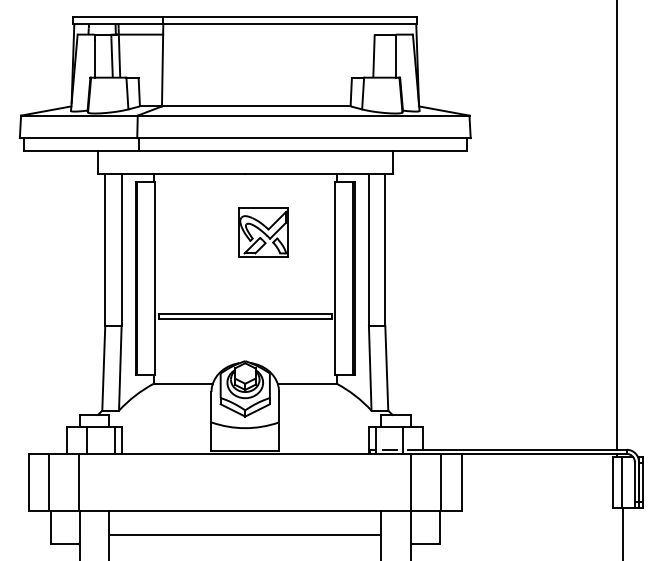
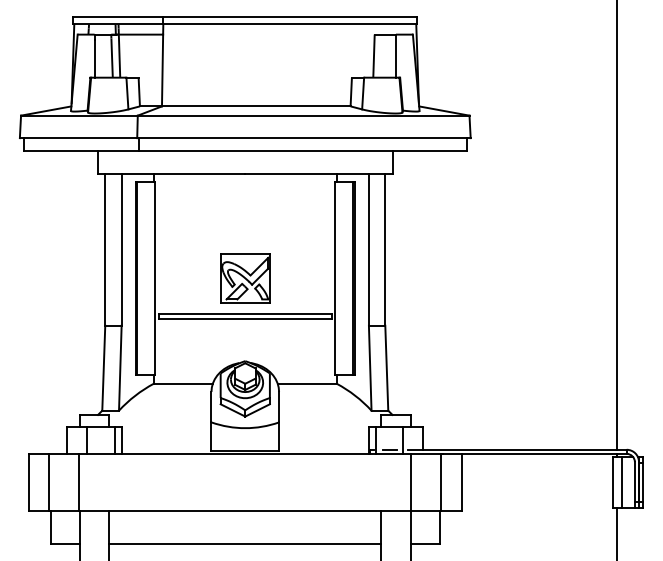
part at (263, 232) position: (263, 232) -> (245, 278)
line at (622, 532) position: (622, 532) -> (616, 532)
line at (245, 535) position: (245, 535) -> (245, 544)
